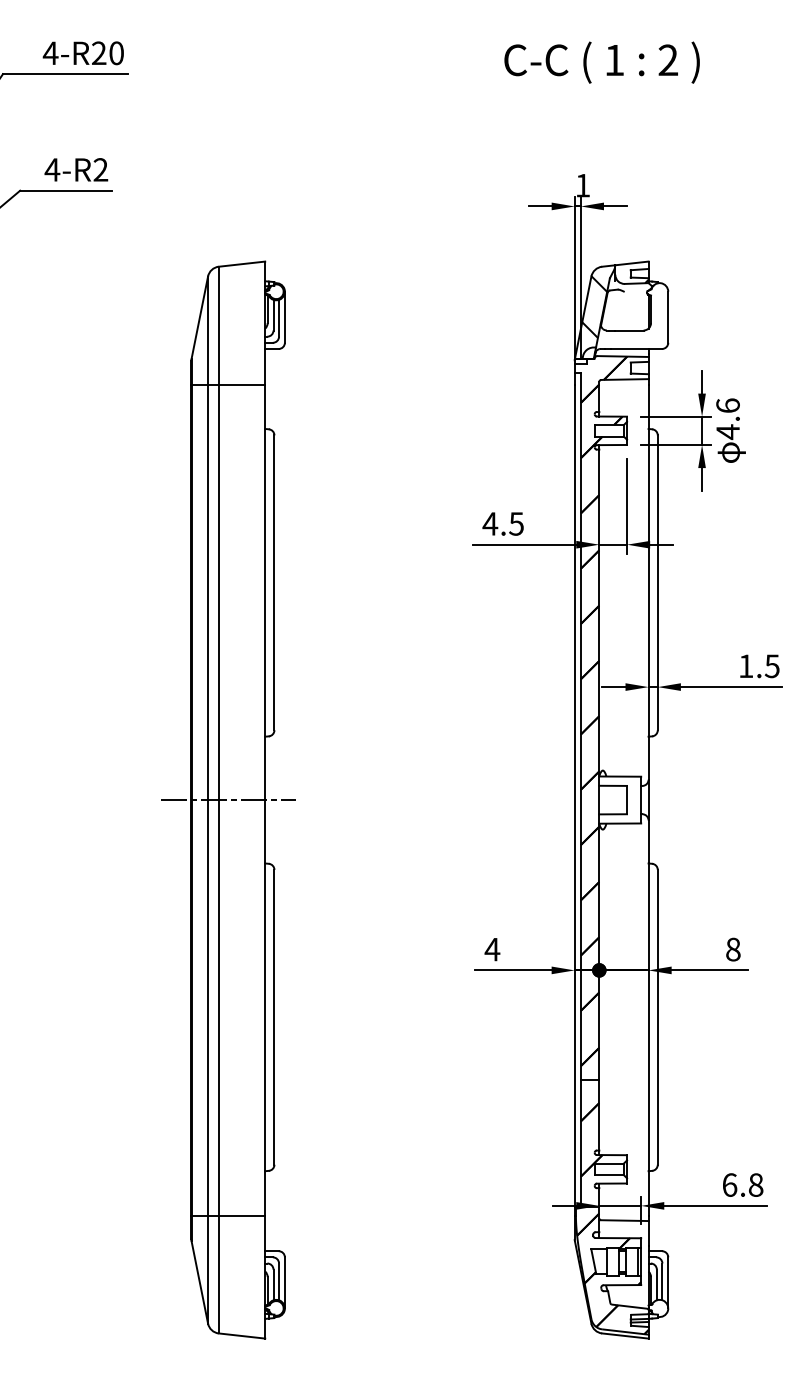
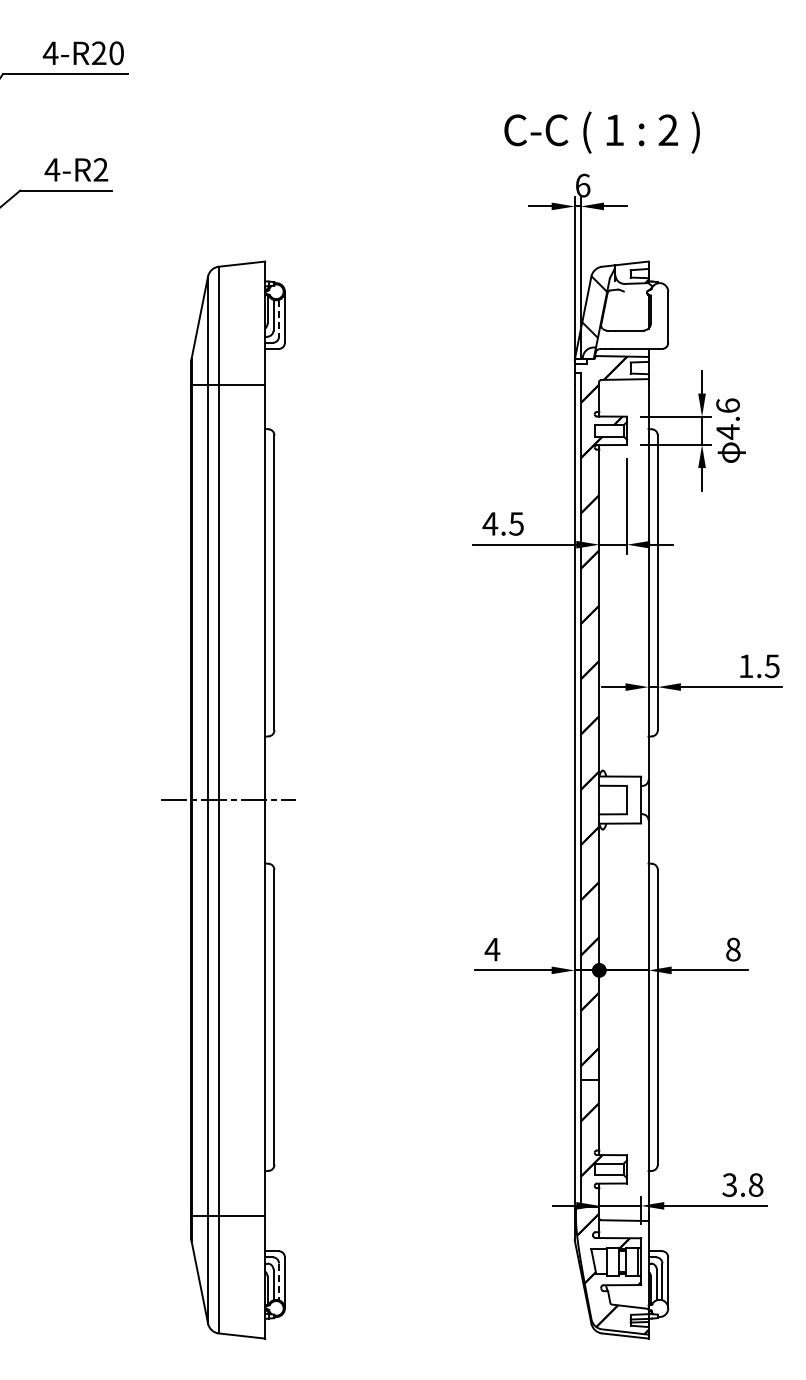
text at (601, 62) position: (601, 62) -> (601, 132)
text at (583, 185): 1 -> 6
line at (279, 318): solid -> dashed
text at (729, 1184): 6.8 -> 3.8
line at (279, 1282): solid -> dashed
